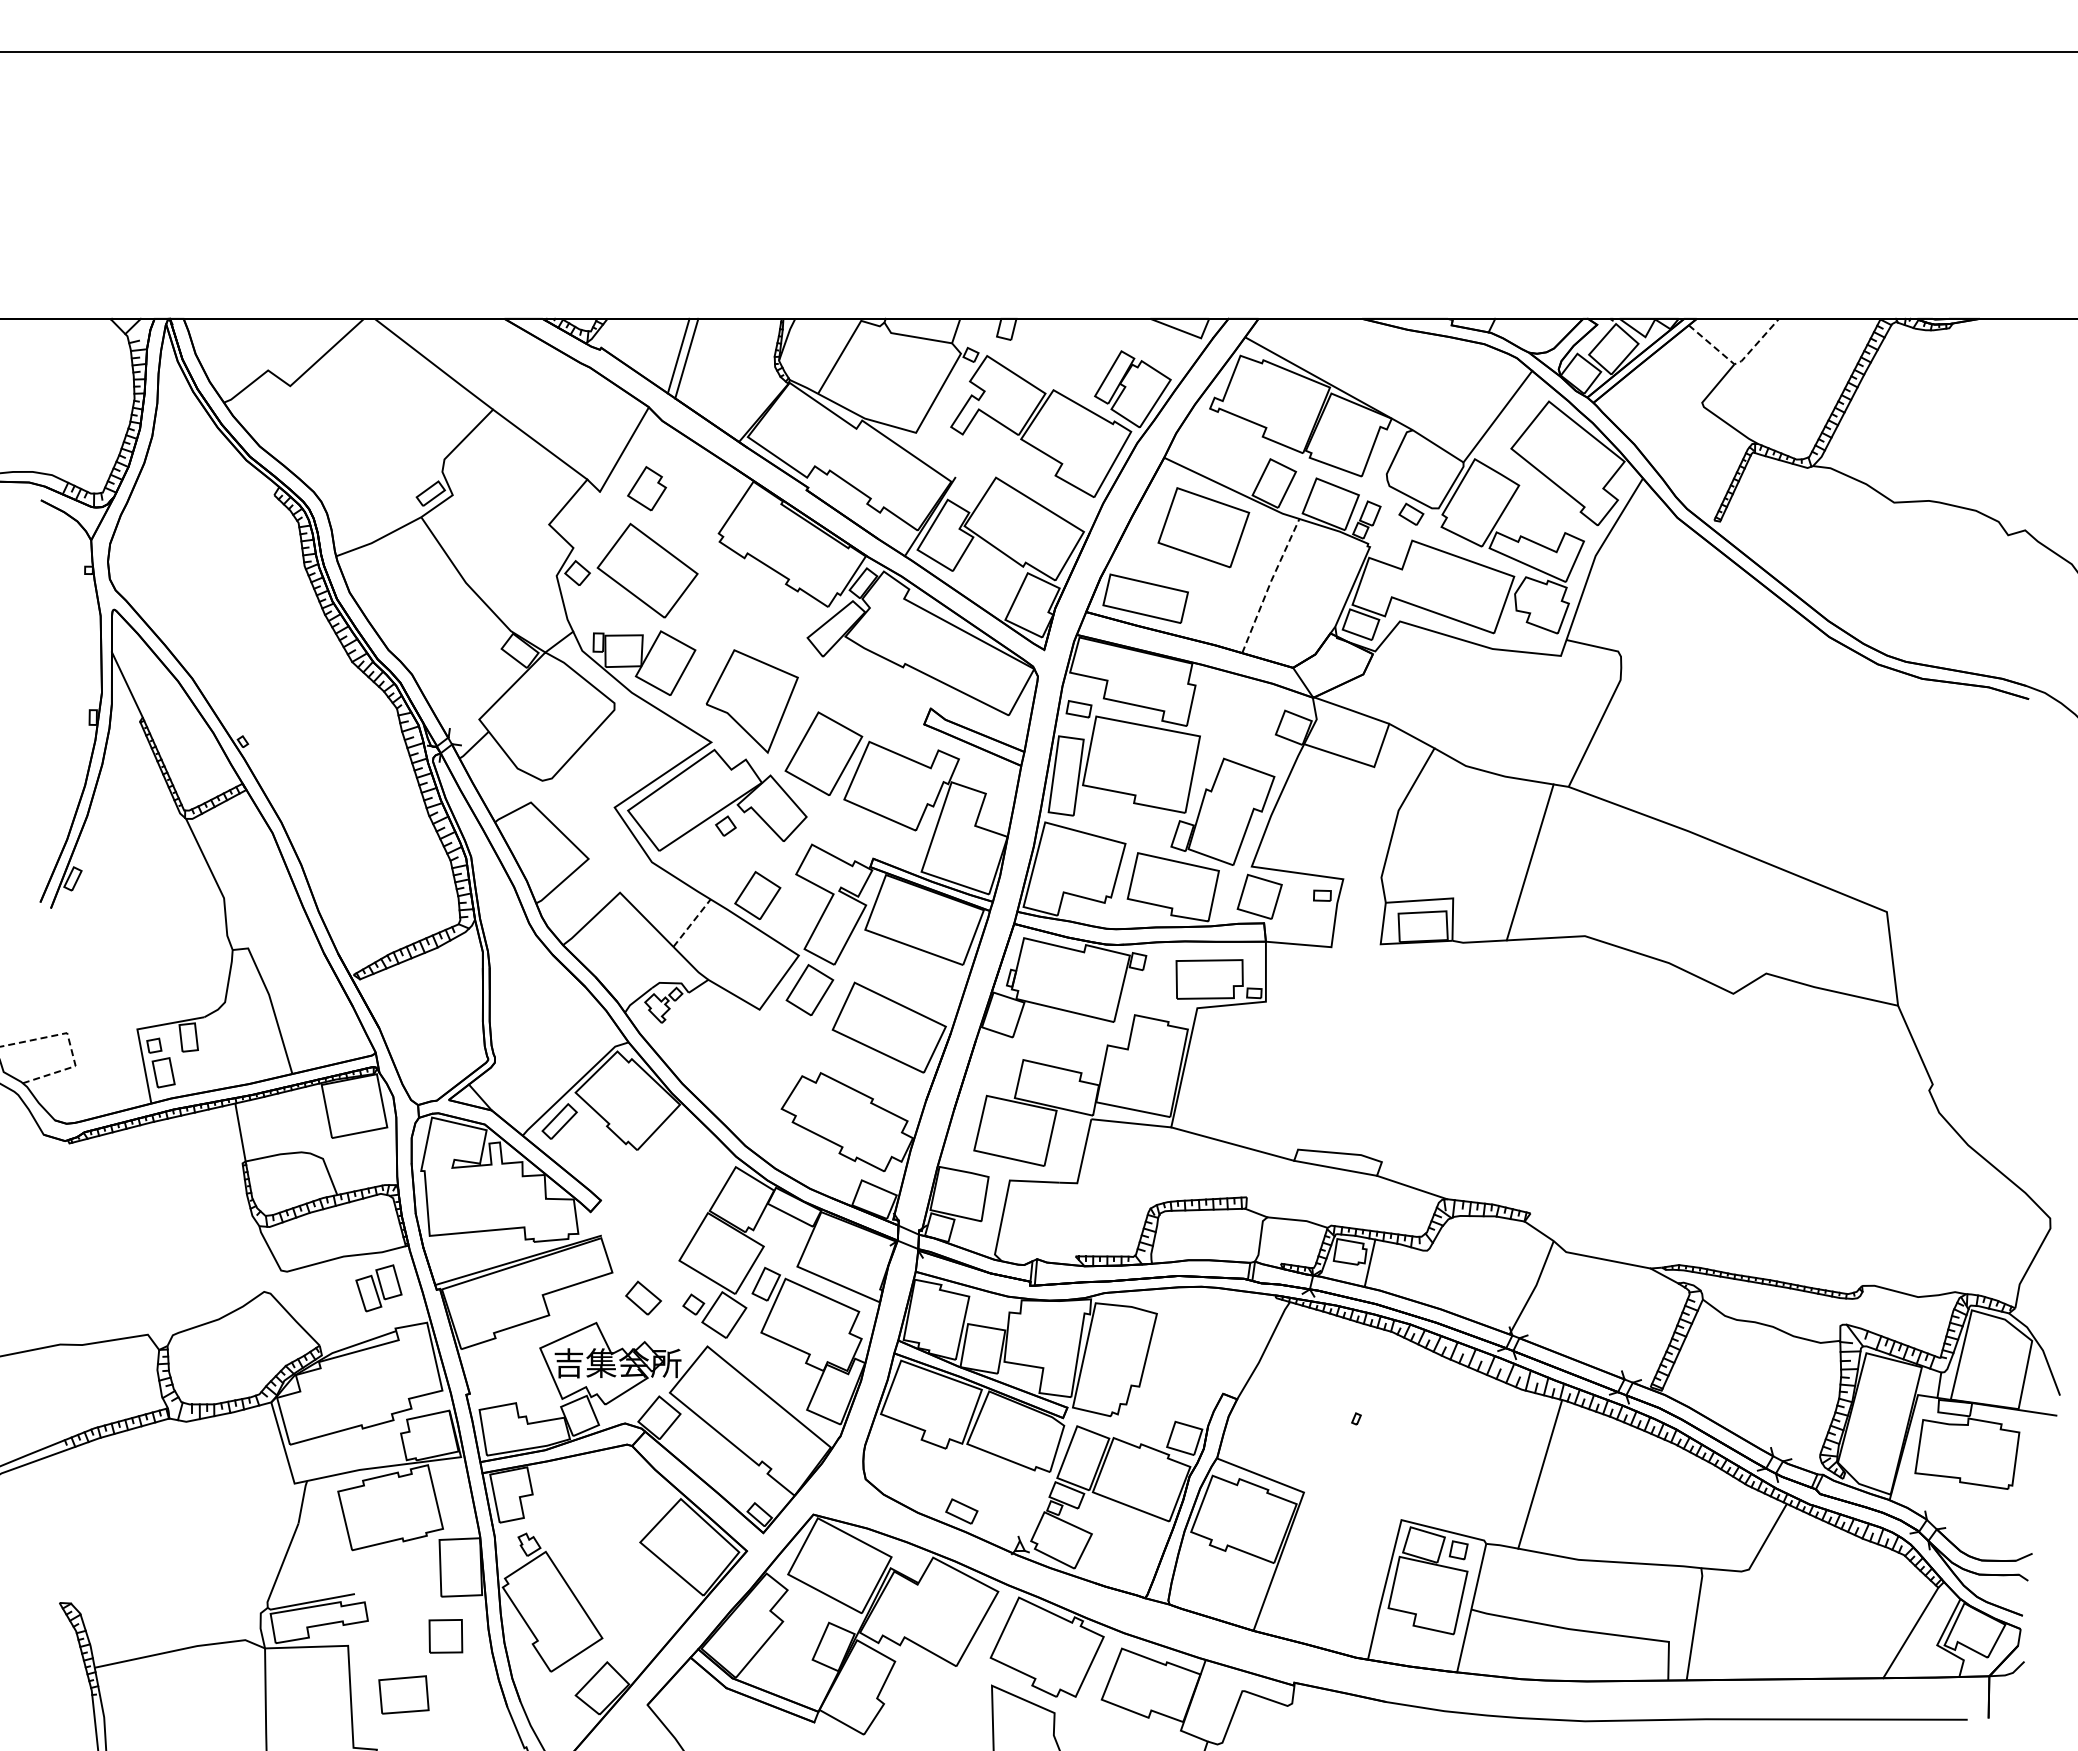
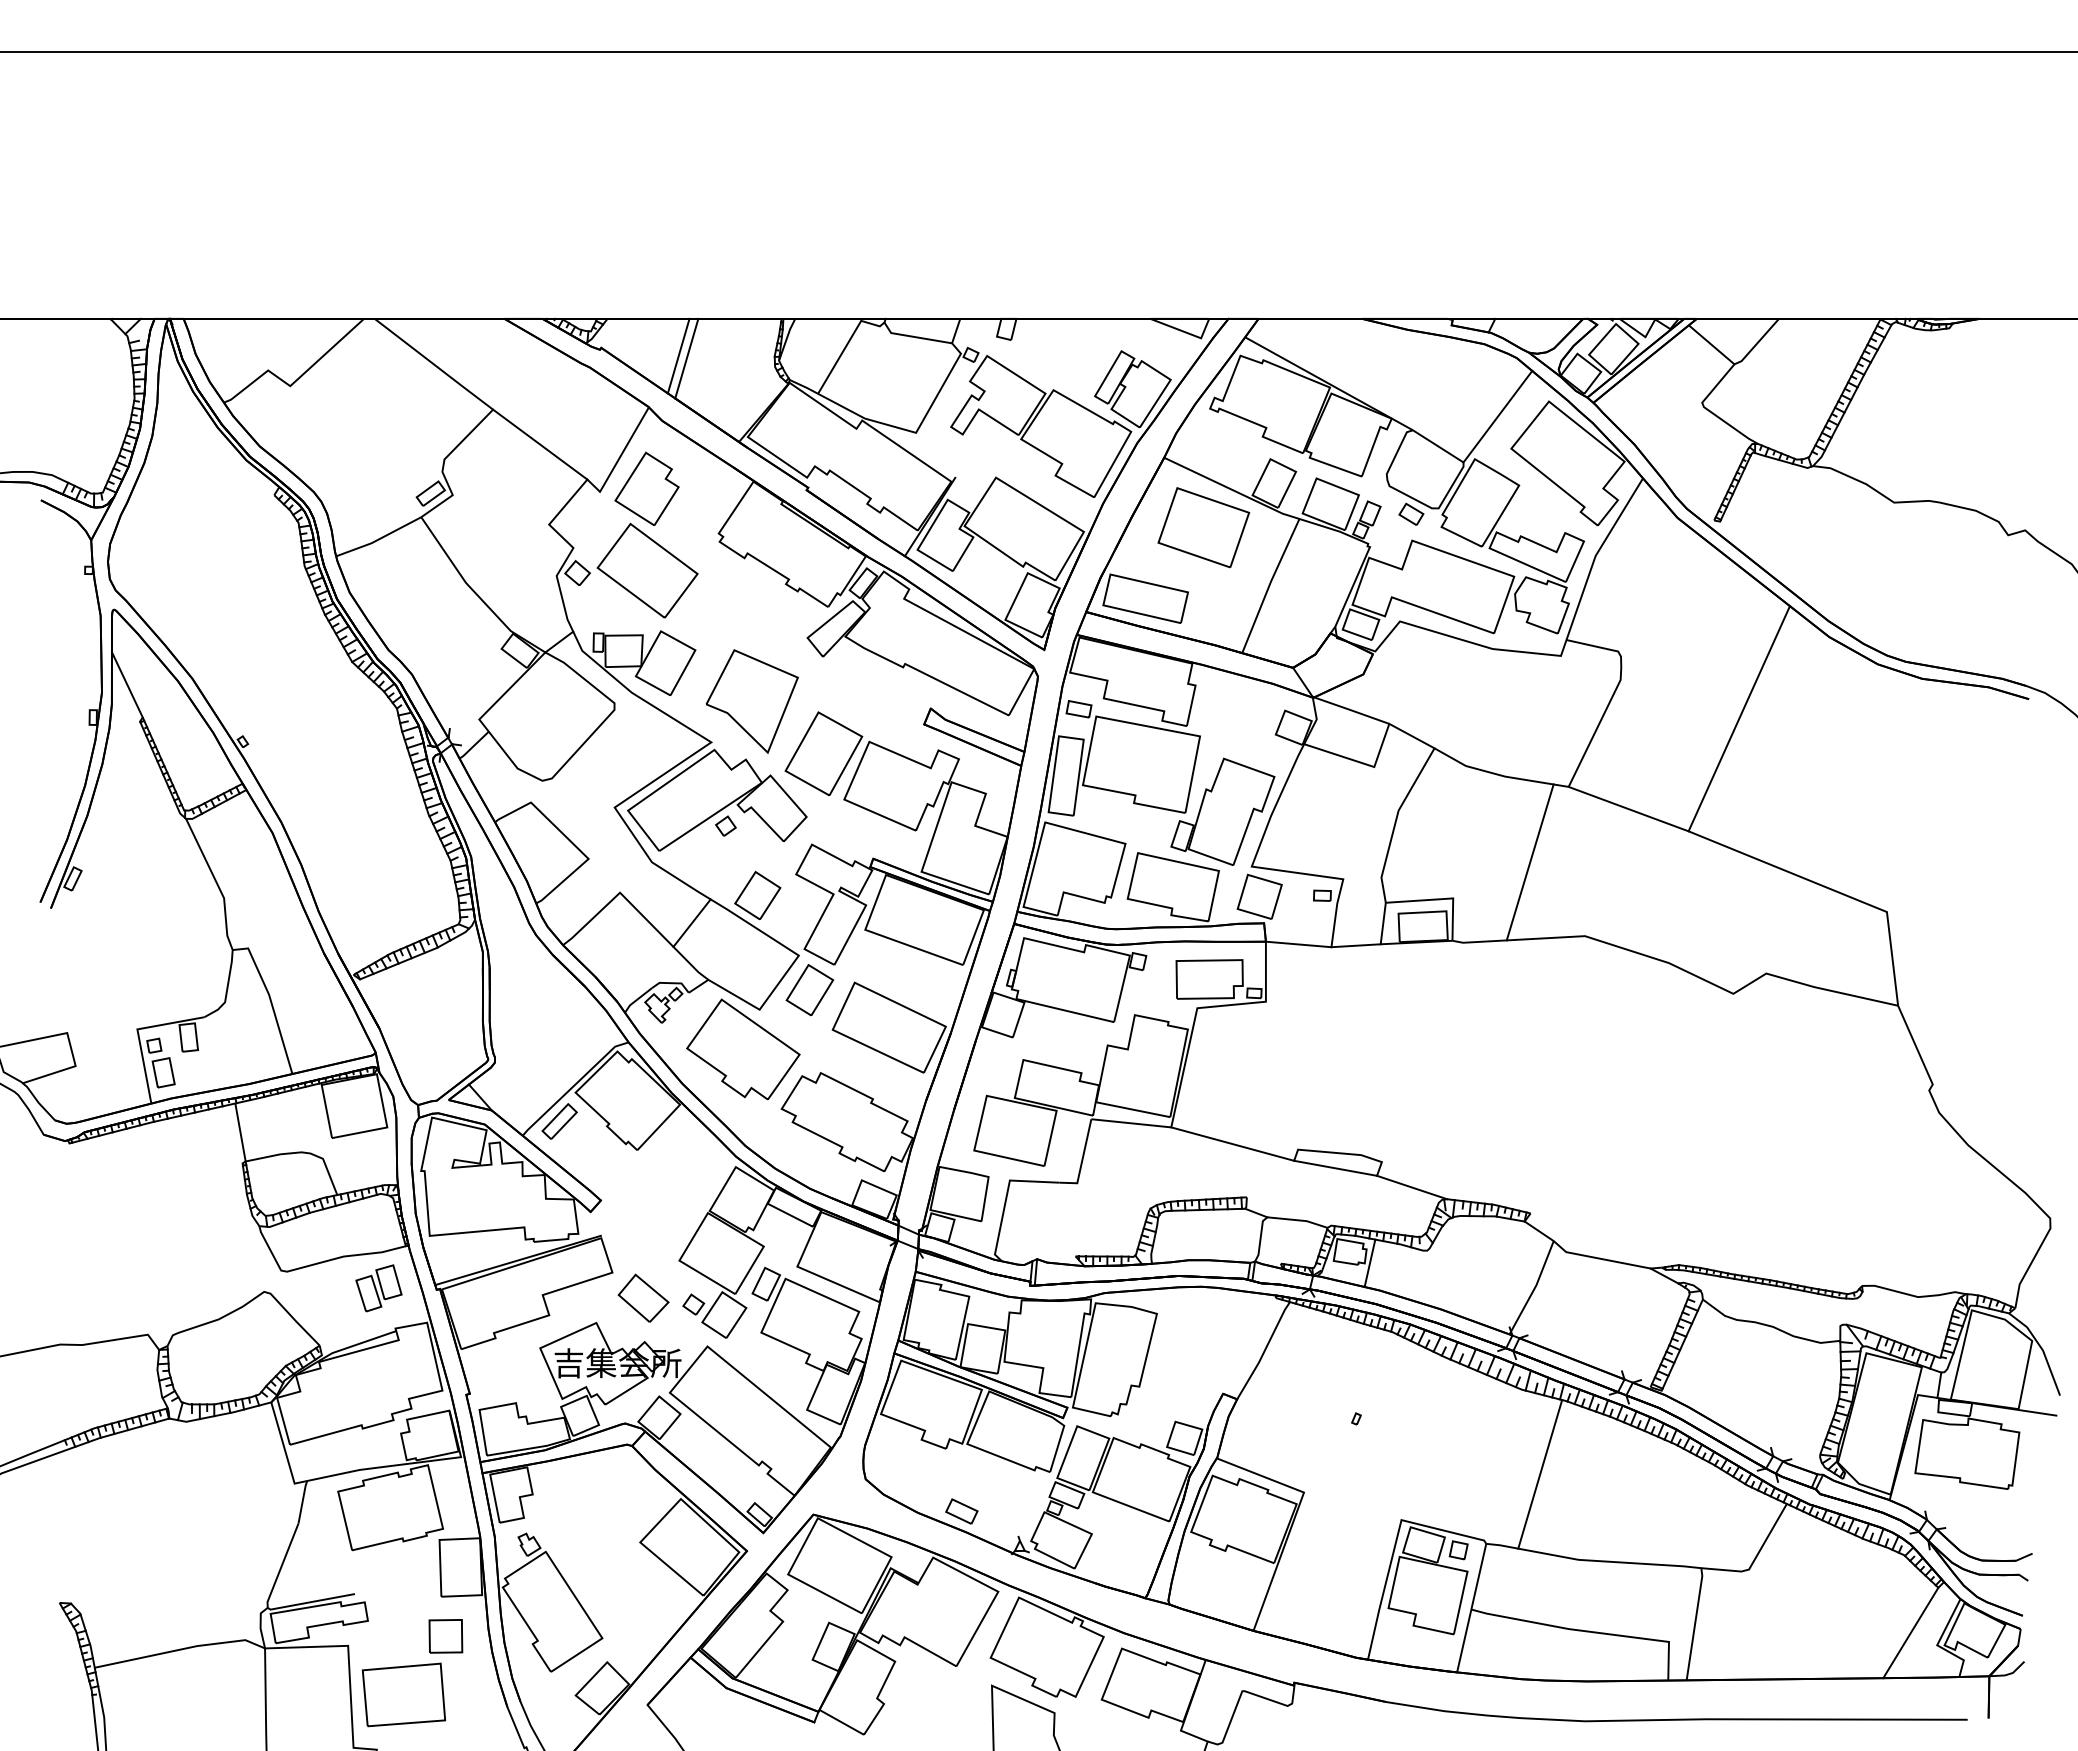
line at (1737, 363): dashed -> solid
part at (646, 488) size: 40x46 px -> 66x75 px
line at (1269, 585): dashed -> solid
line at (1738, 718): none -> present
line at (692, 922): dashed -> solid
line at (1355, 945): none -> present
line at (69, 1043): dashed -> solid
part at (743, 1049): none -> present
part at (643, 1297) size: 37x36 px -> 53x50 px
part at (403, 1694) size: 52x40 px -> 86x66 px
